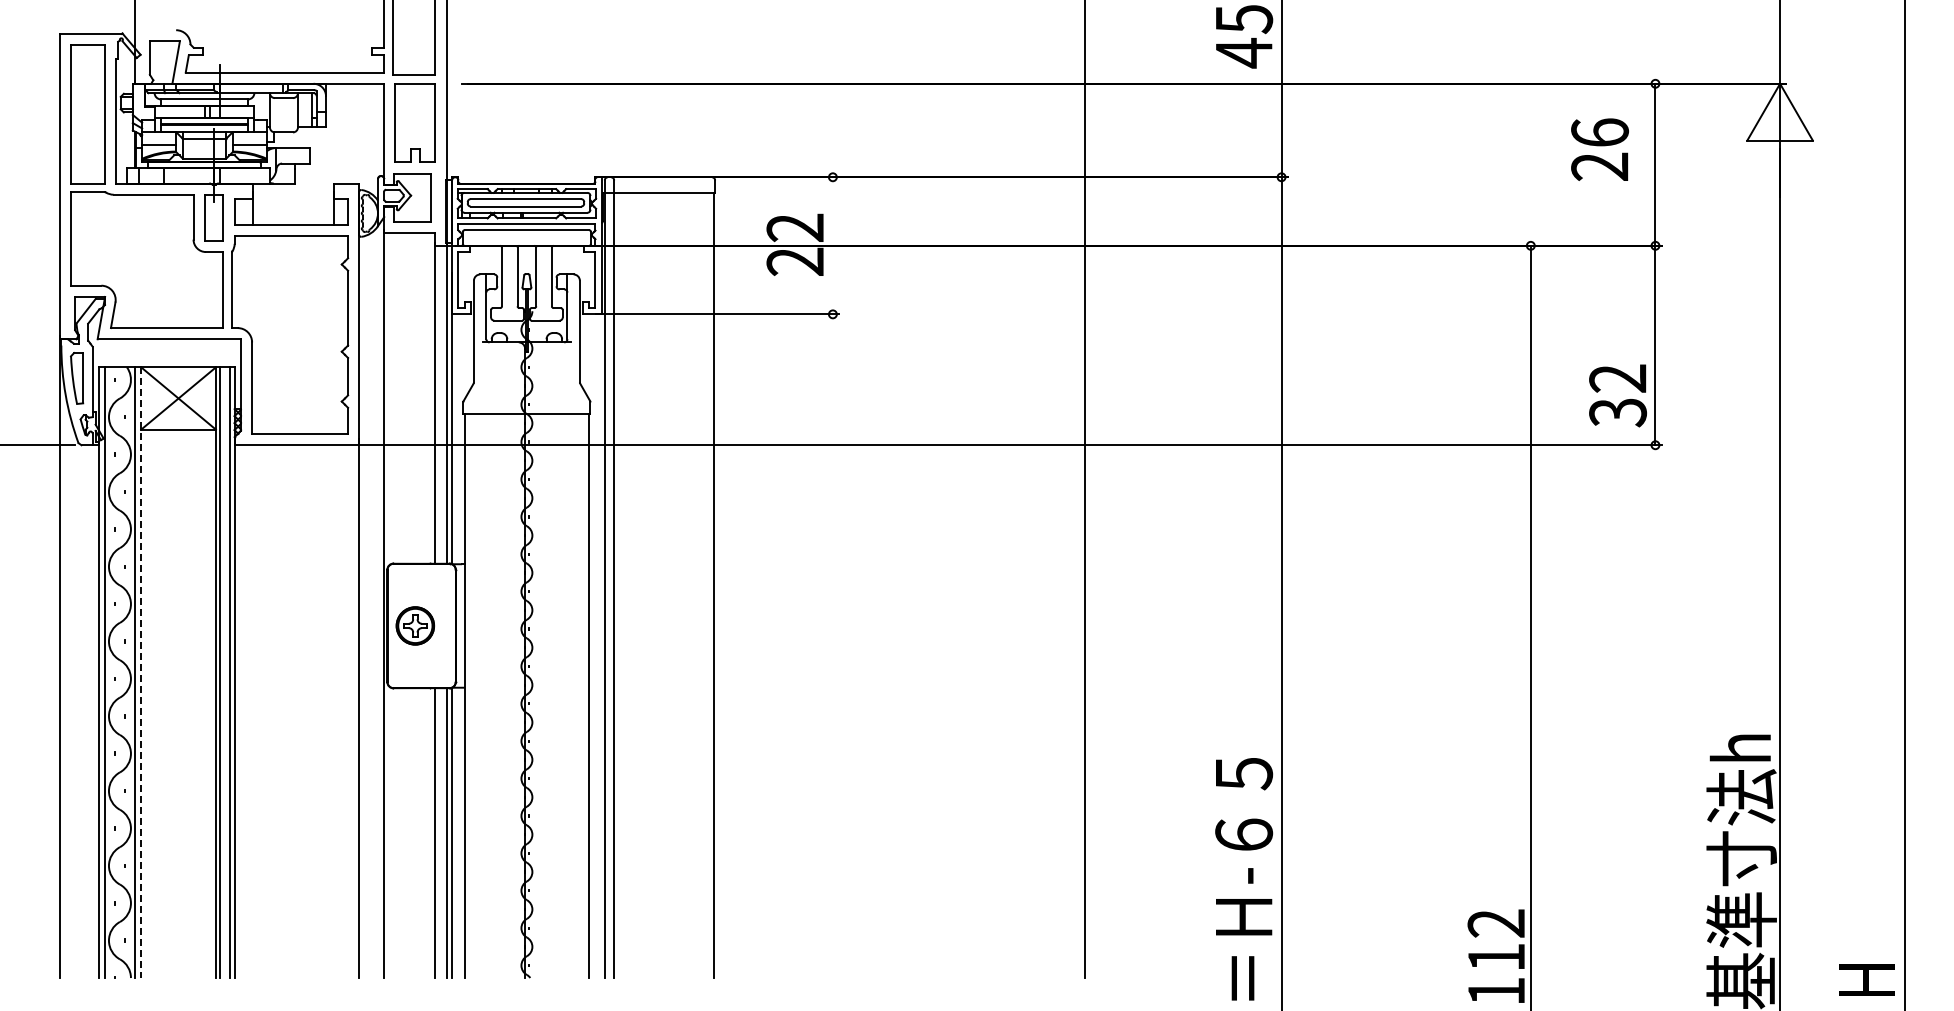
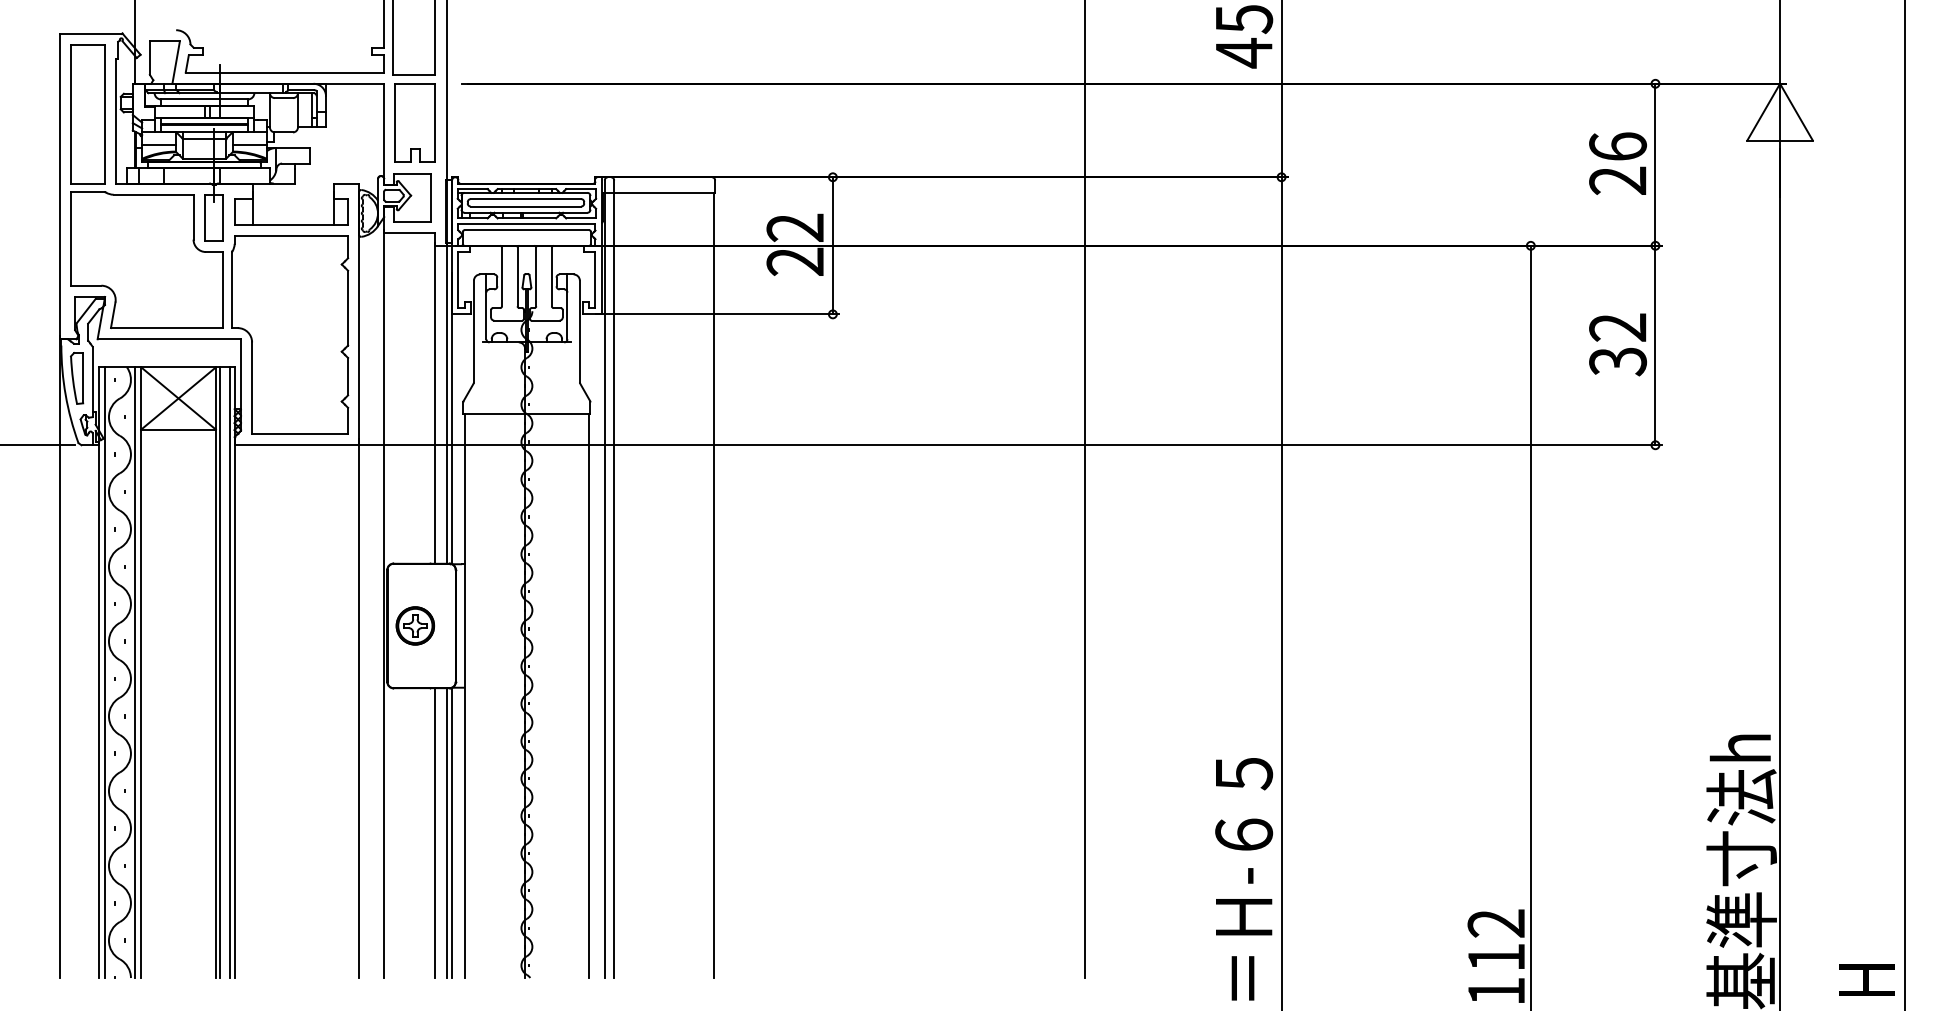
text at (1599, 149) position: (1599, 149) -> (1617, 163)
line at (832, 245): none -> present
text at (1617, 395) position: (1617, 395) -> (1617, 344)
line at (141, 673): dashed -> solid
